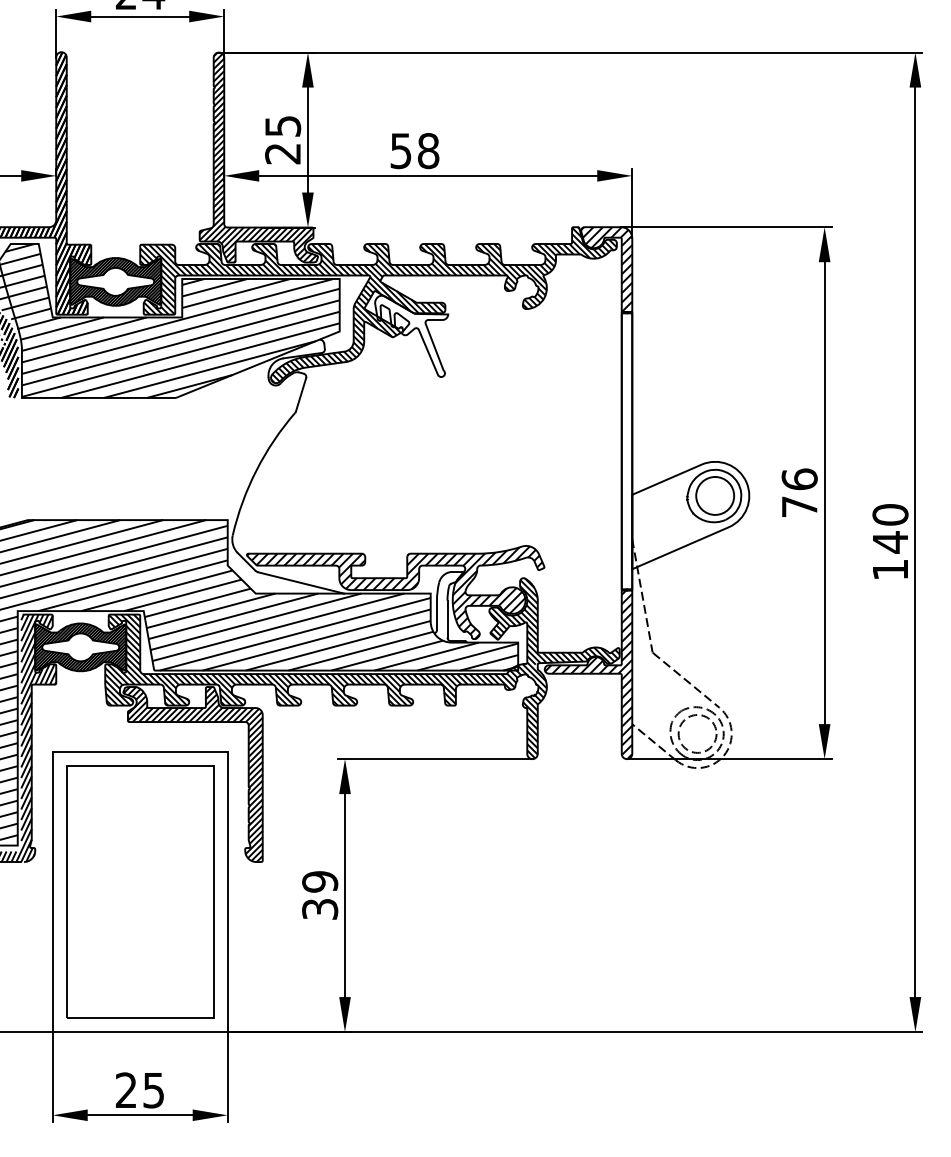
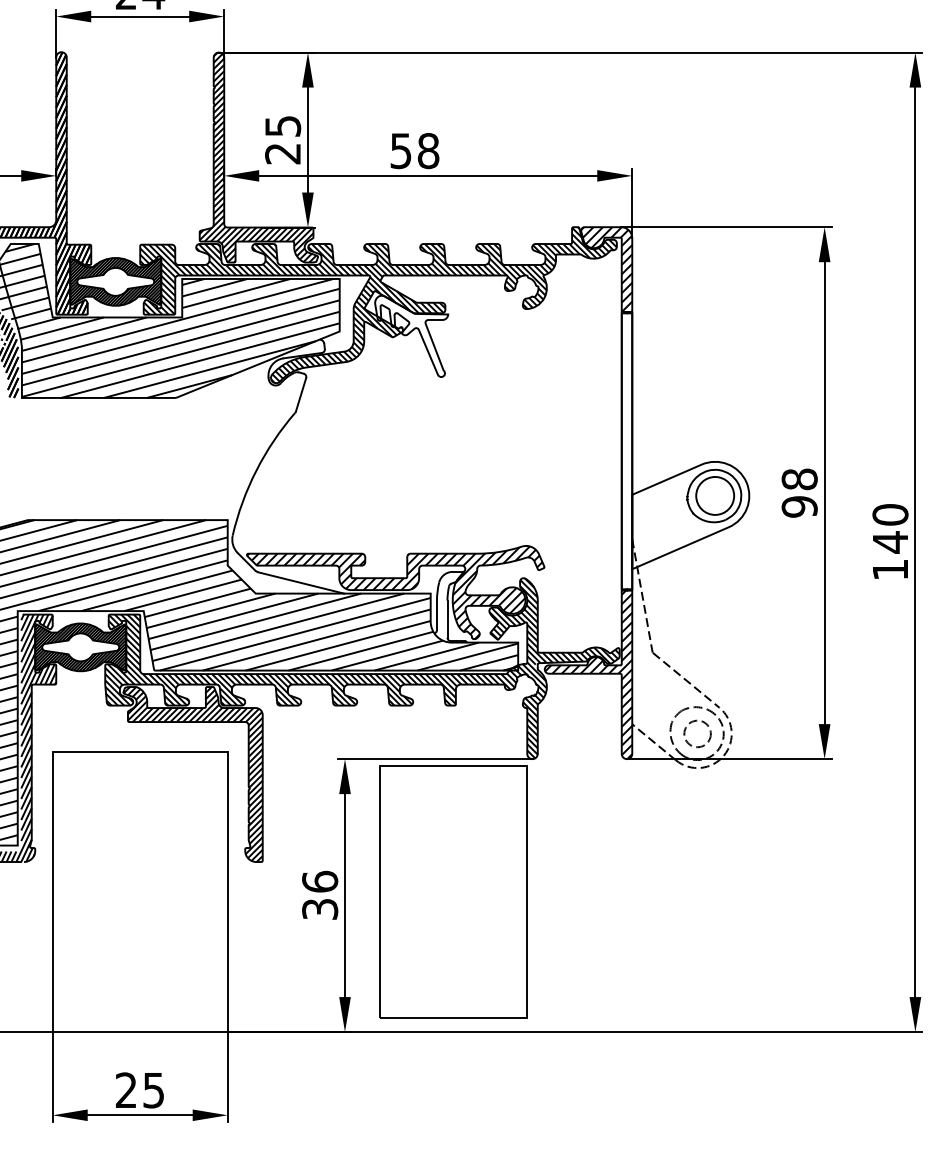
text at (799, 492): 76 -> 98
circle at (697, 733) diameter: 38 px -> 27 px
text at (320, 881): 39 -> 36
part at (140, 891) position: (140, 891) -> (453, 891)
